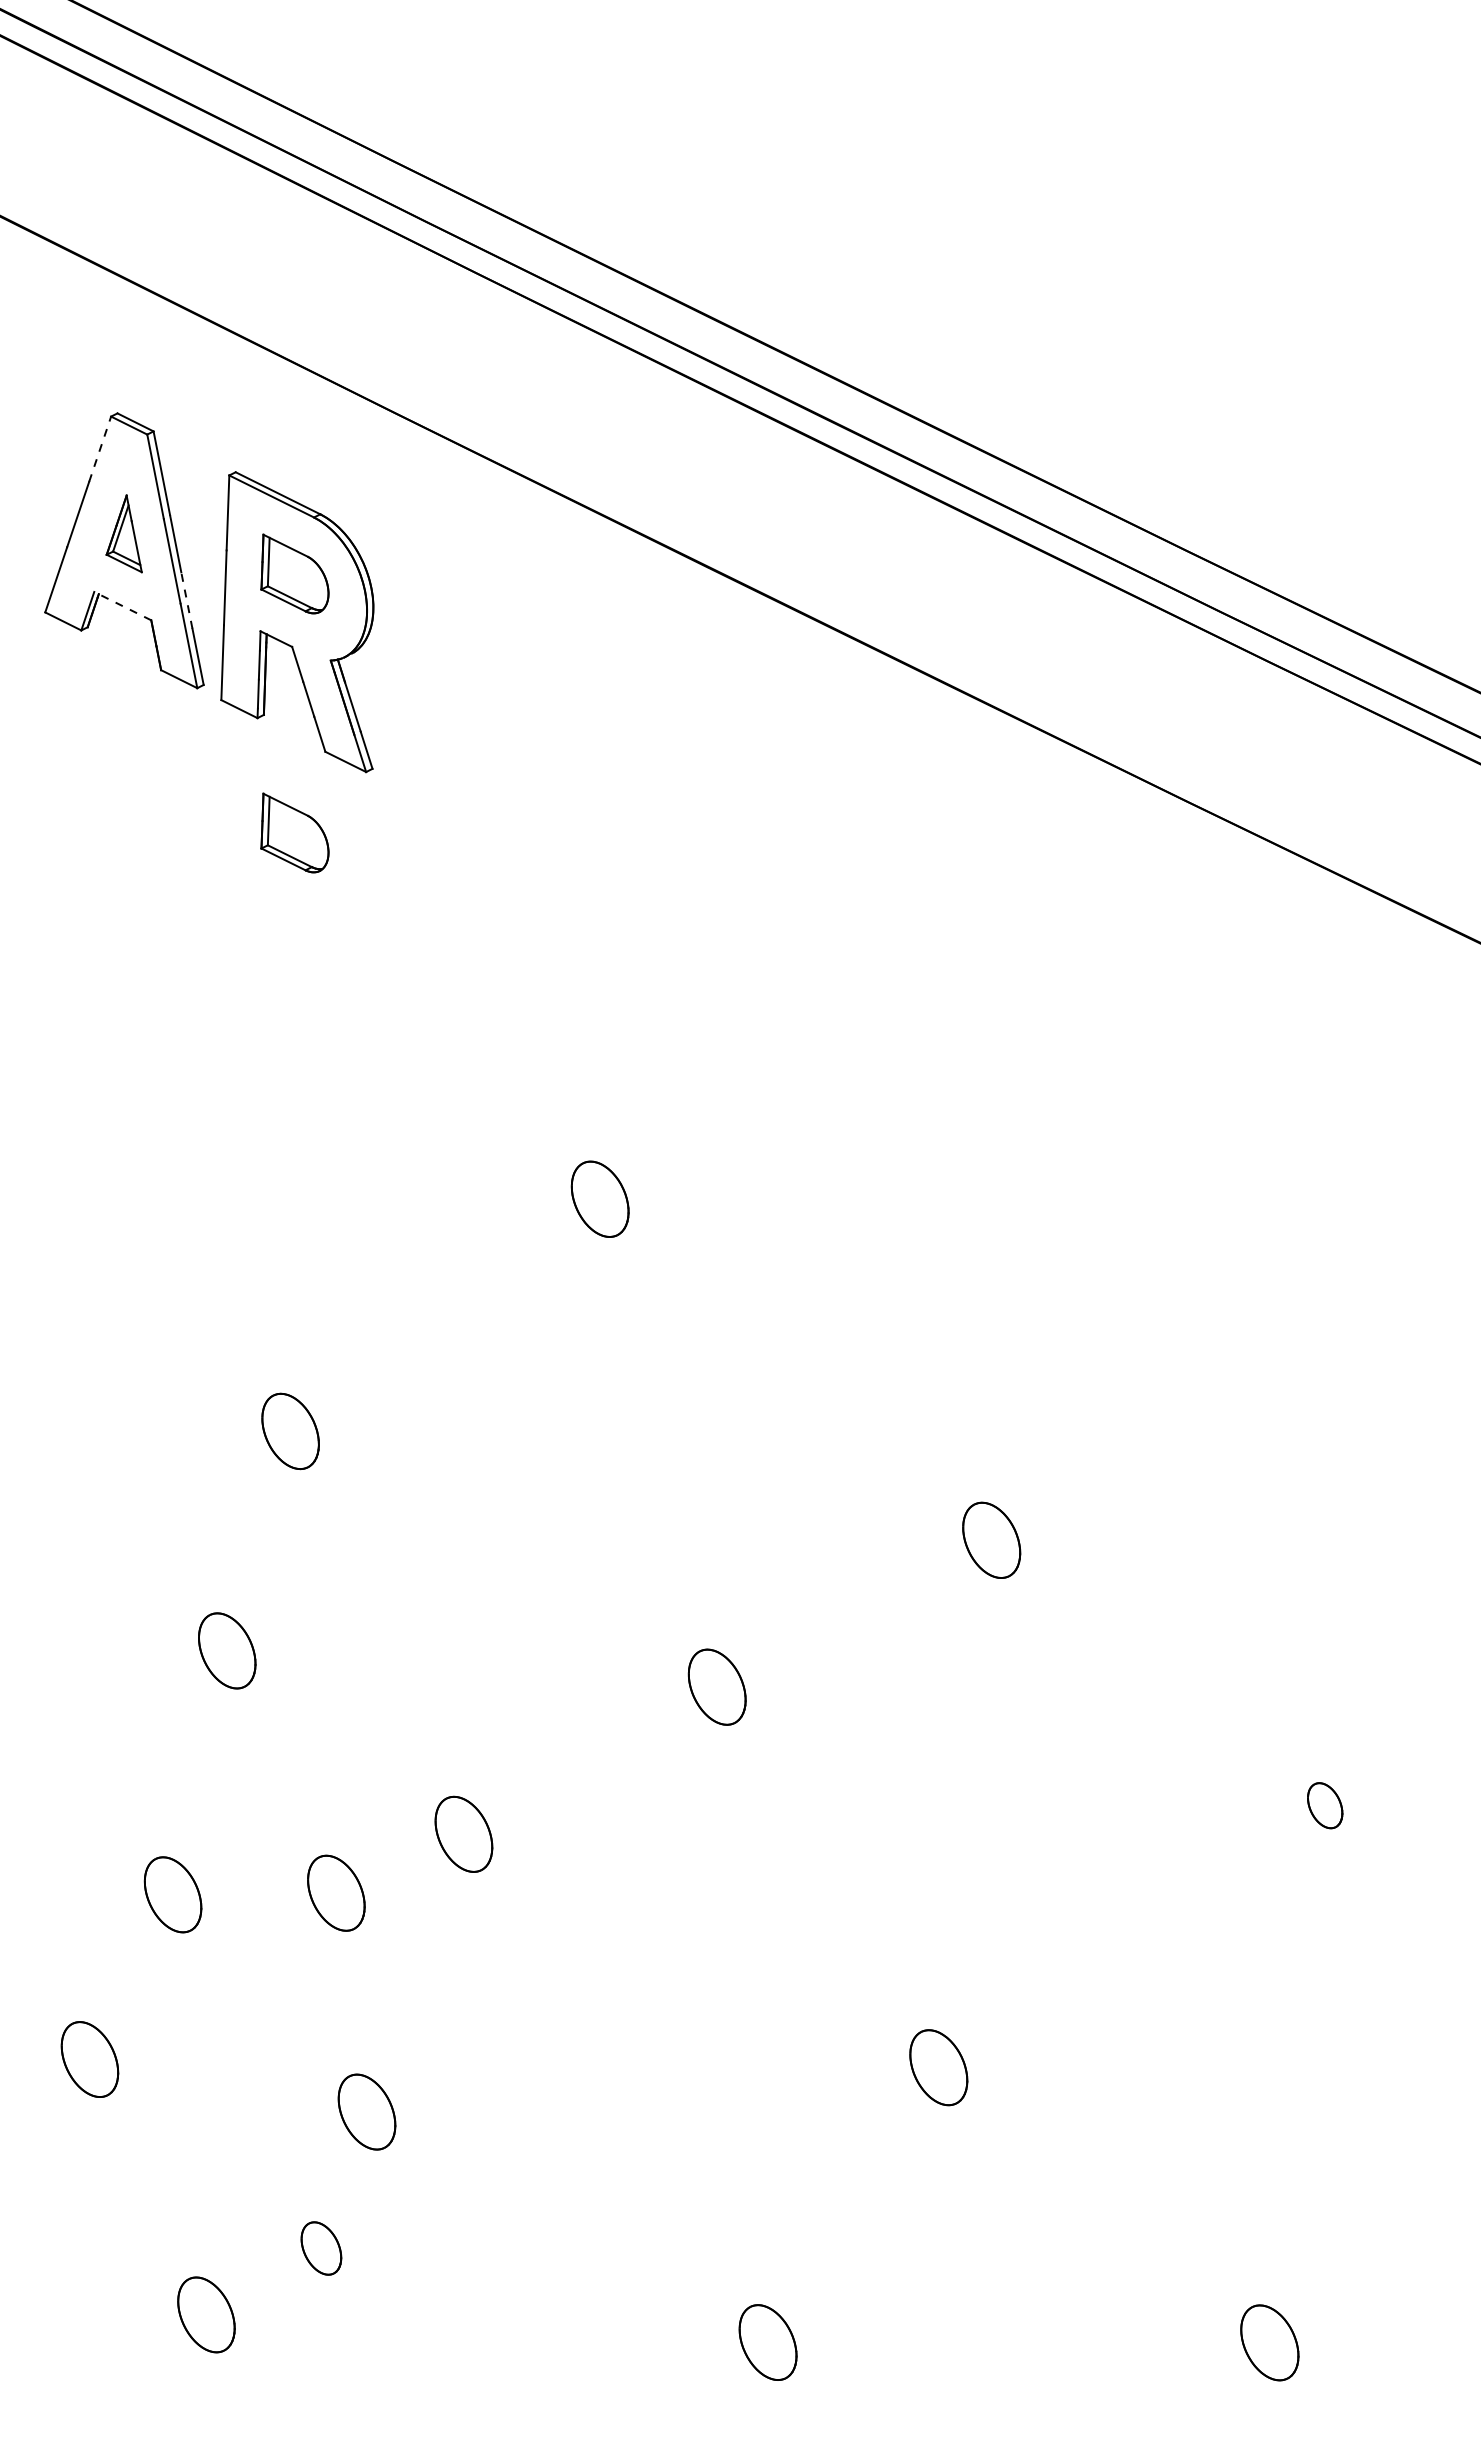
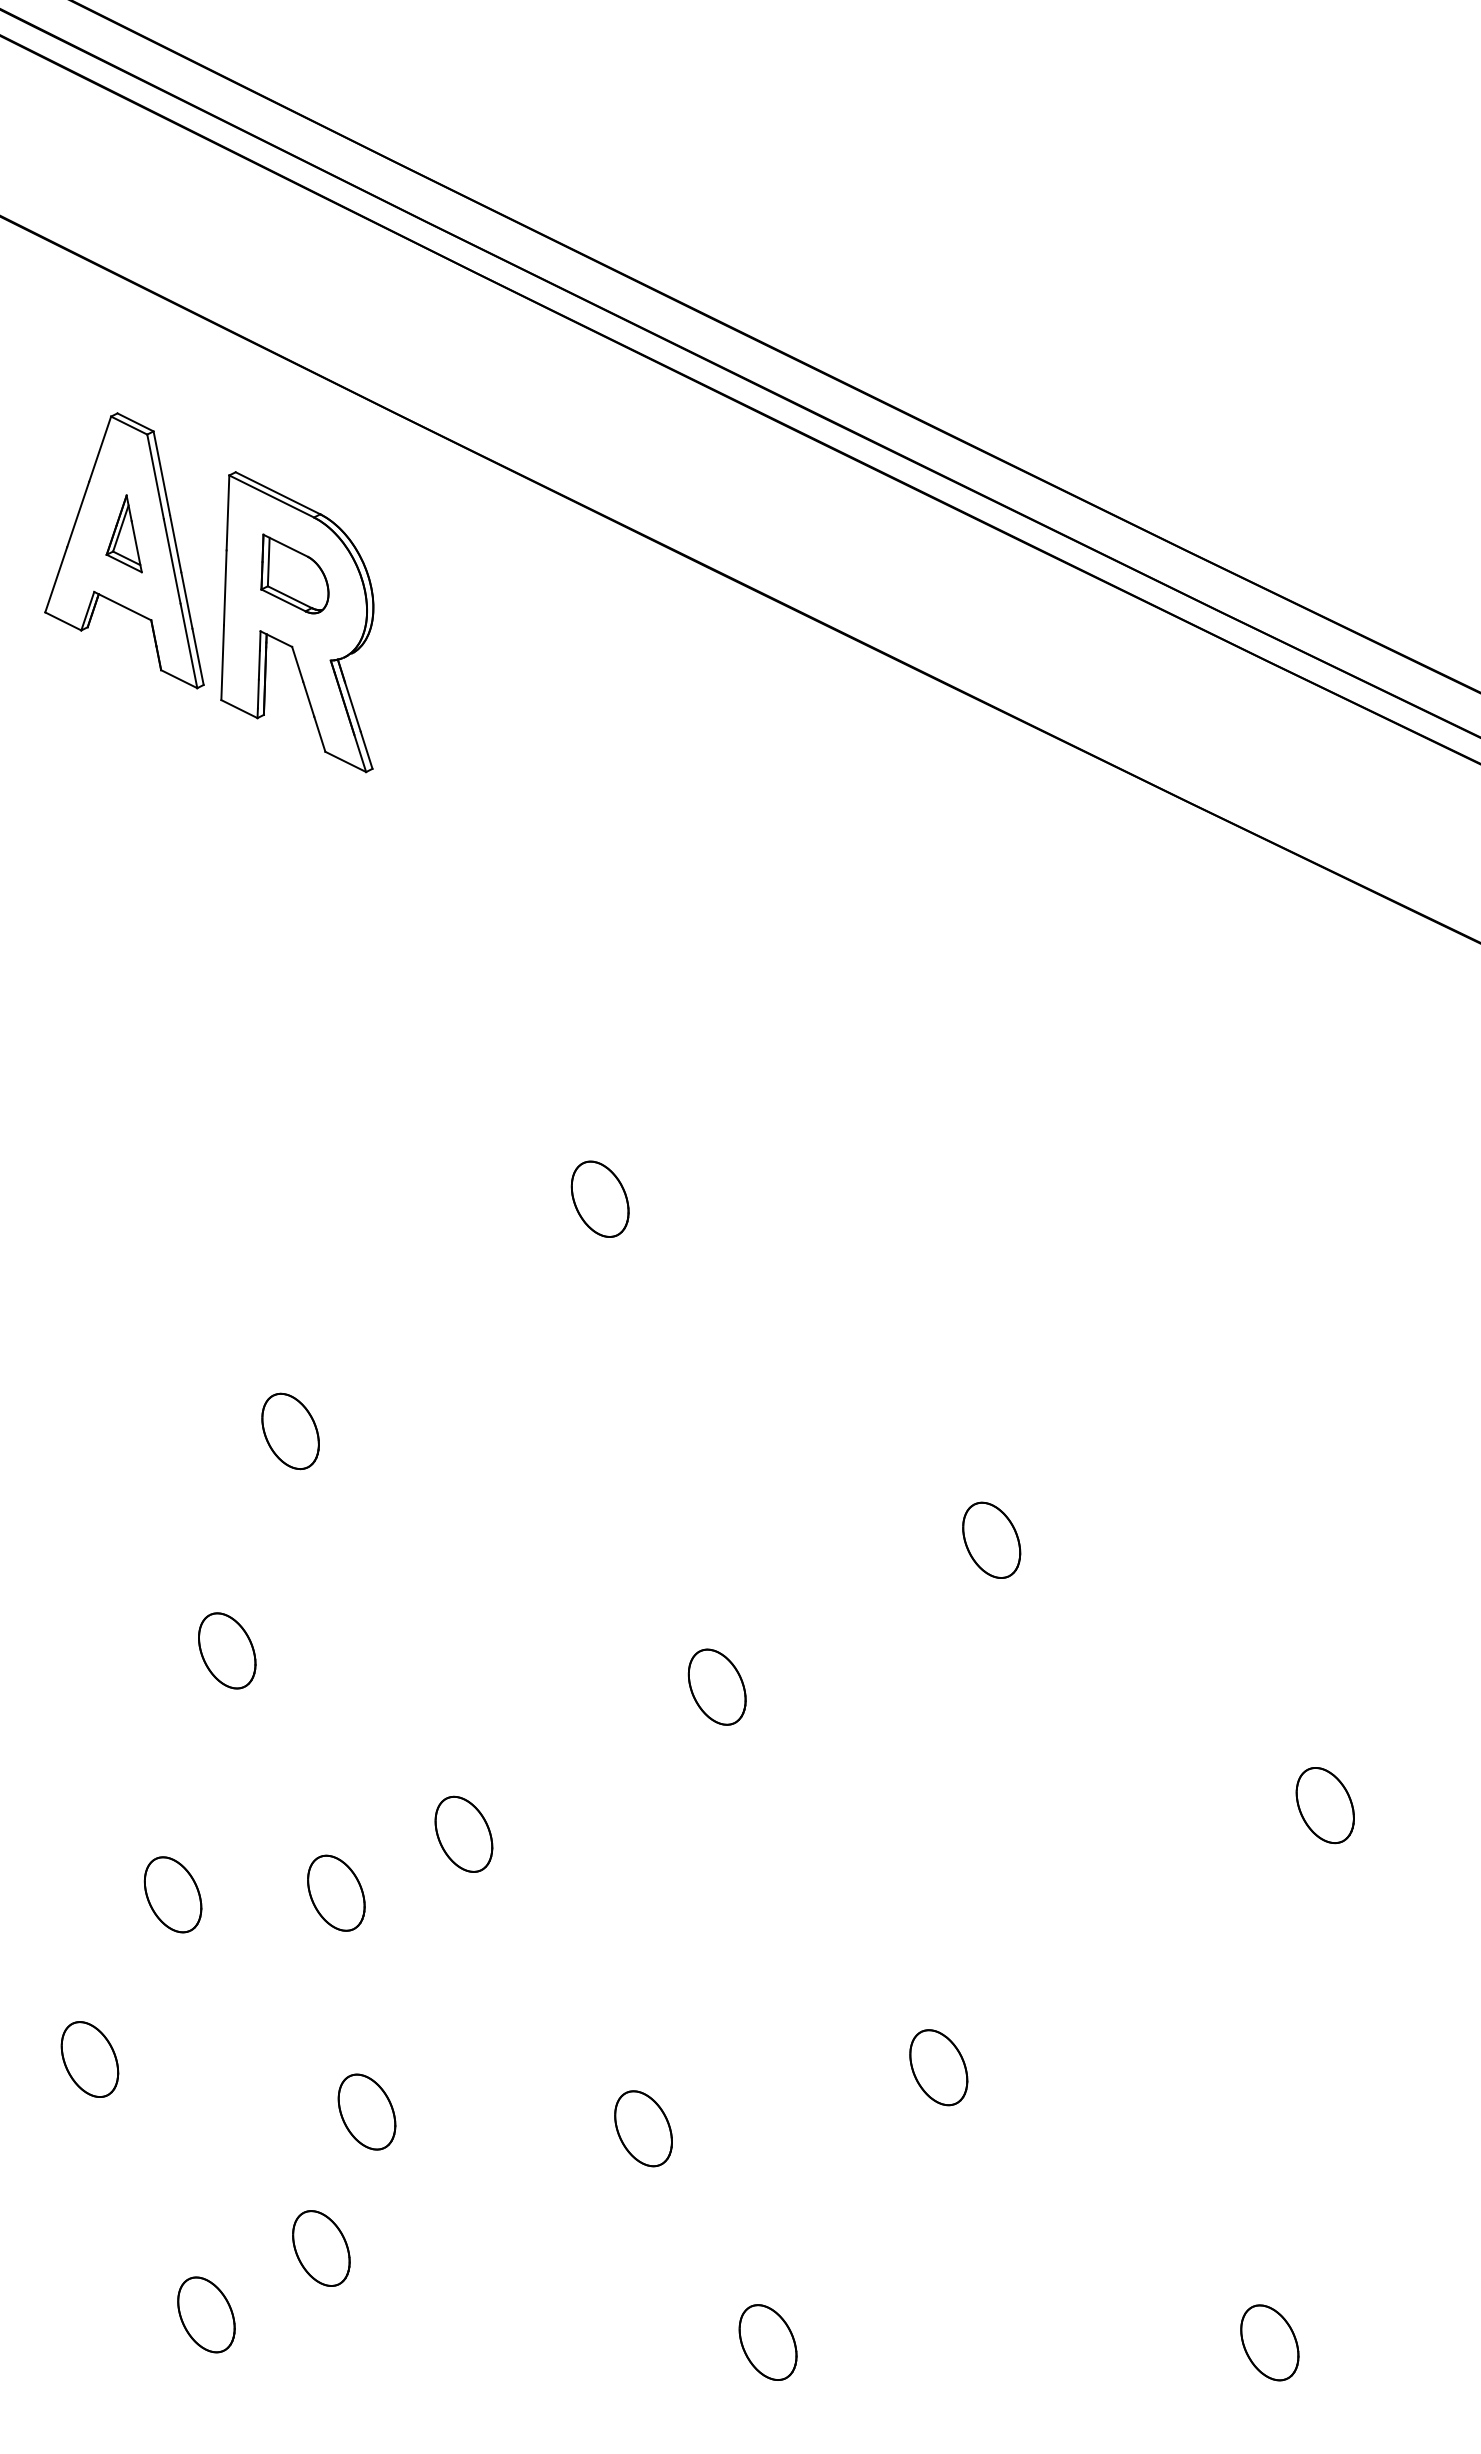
line at (100, 448): dashed -> solid
line at (186, 600): dashed -> solid
line at (122, 606): dashed -> solid
part at (294, 832): present -> none
part at (1325, 1805) size: 37x48 px -> 60x78 px
part at (643, 2128): none -> present
part at (321, 2248) size: 43x55 px -> 59x77 px
